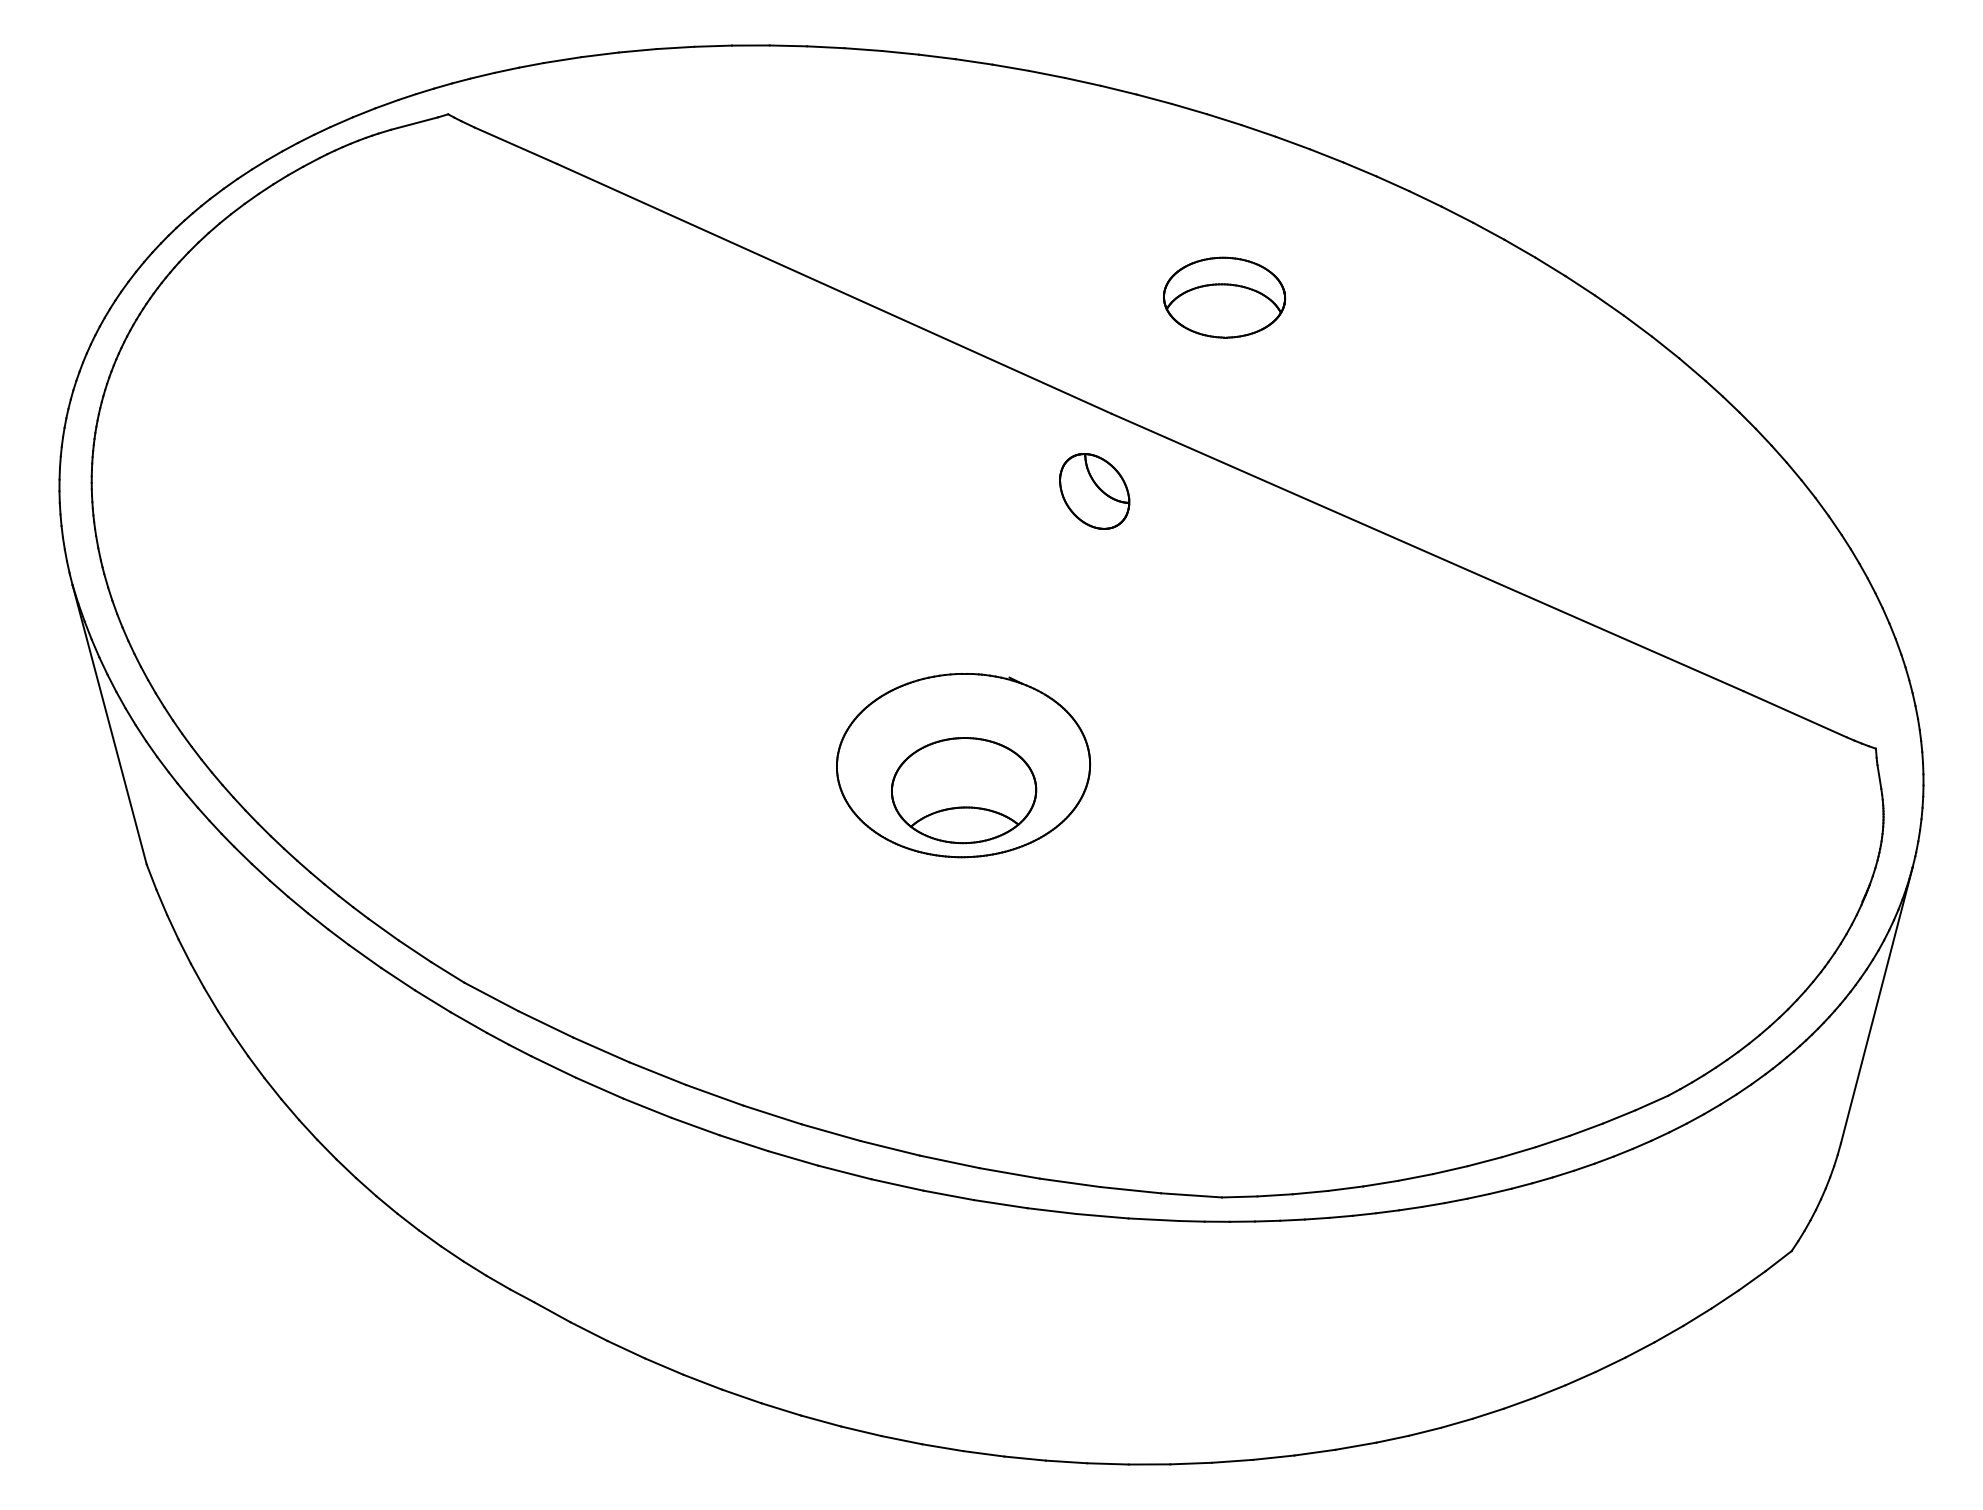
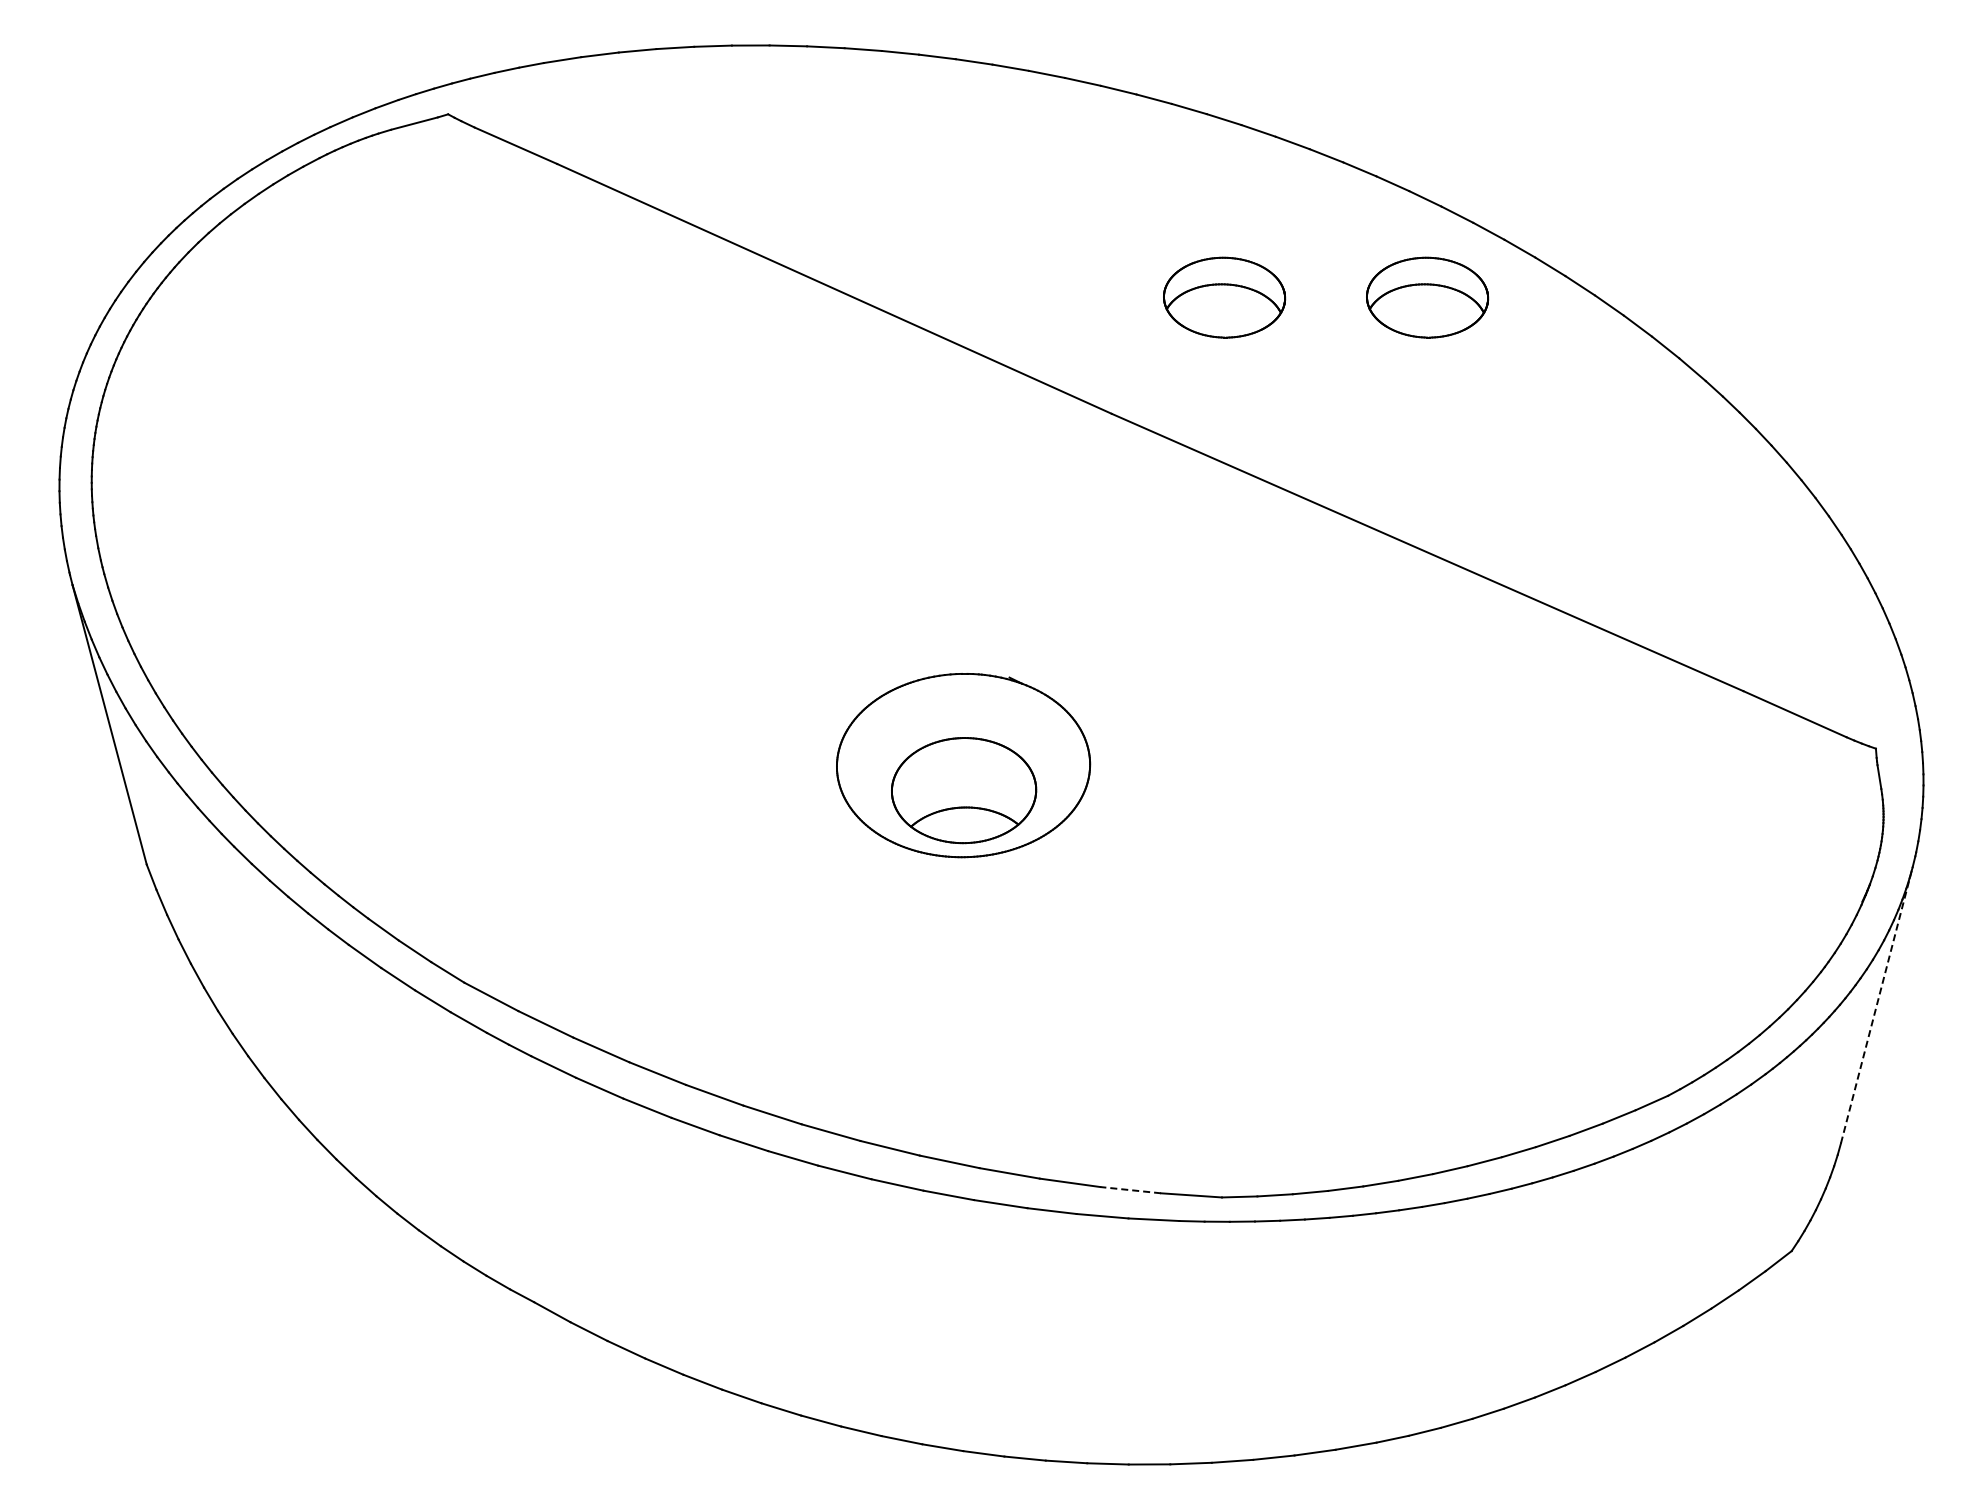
part at (1427, 297): none -> present
part at (1094, 491): present -> none
line at (1876, 1005): solid -> dashed
line at (1130, 1190): solid -> dashed
